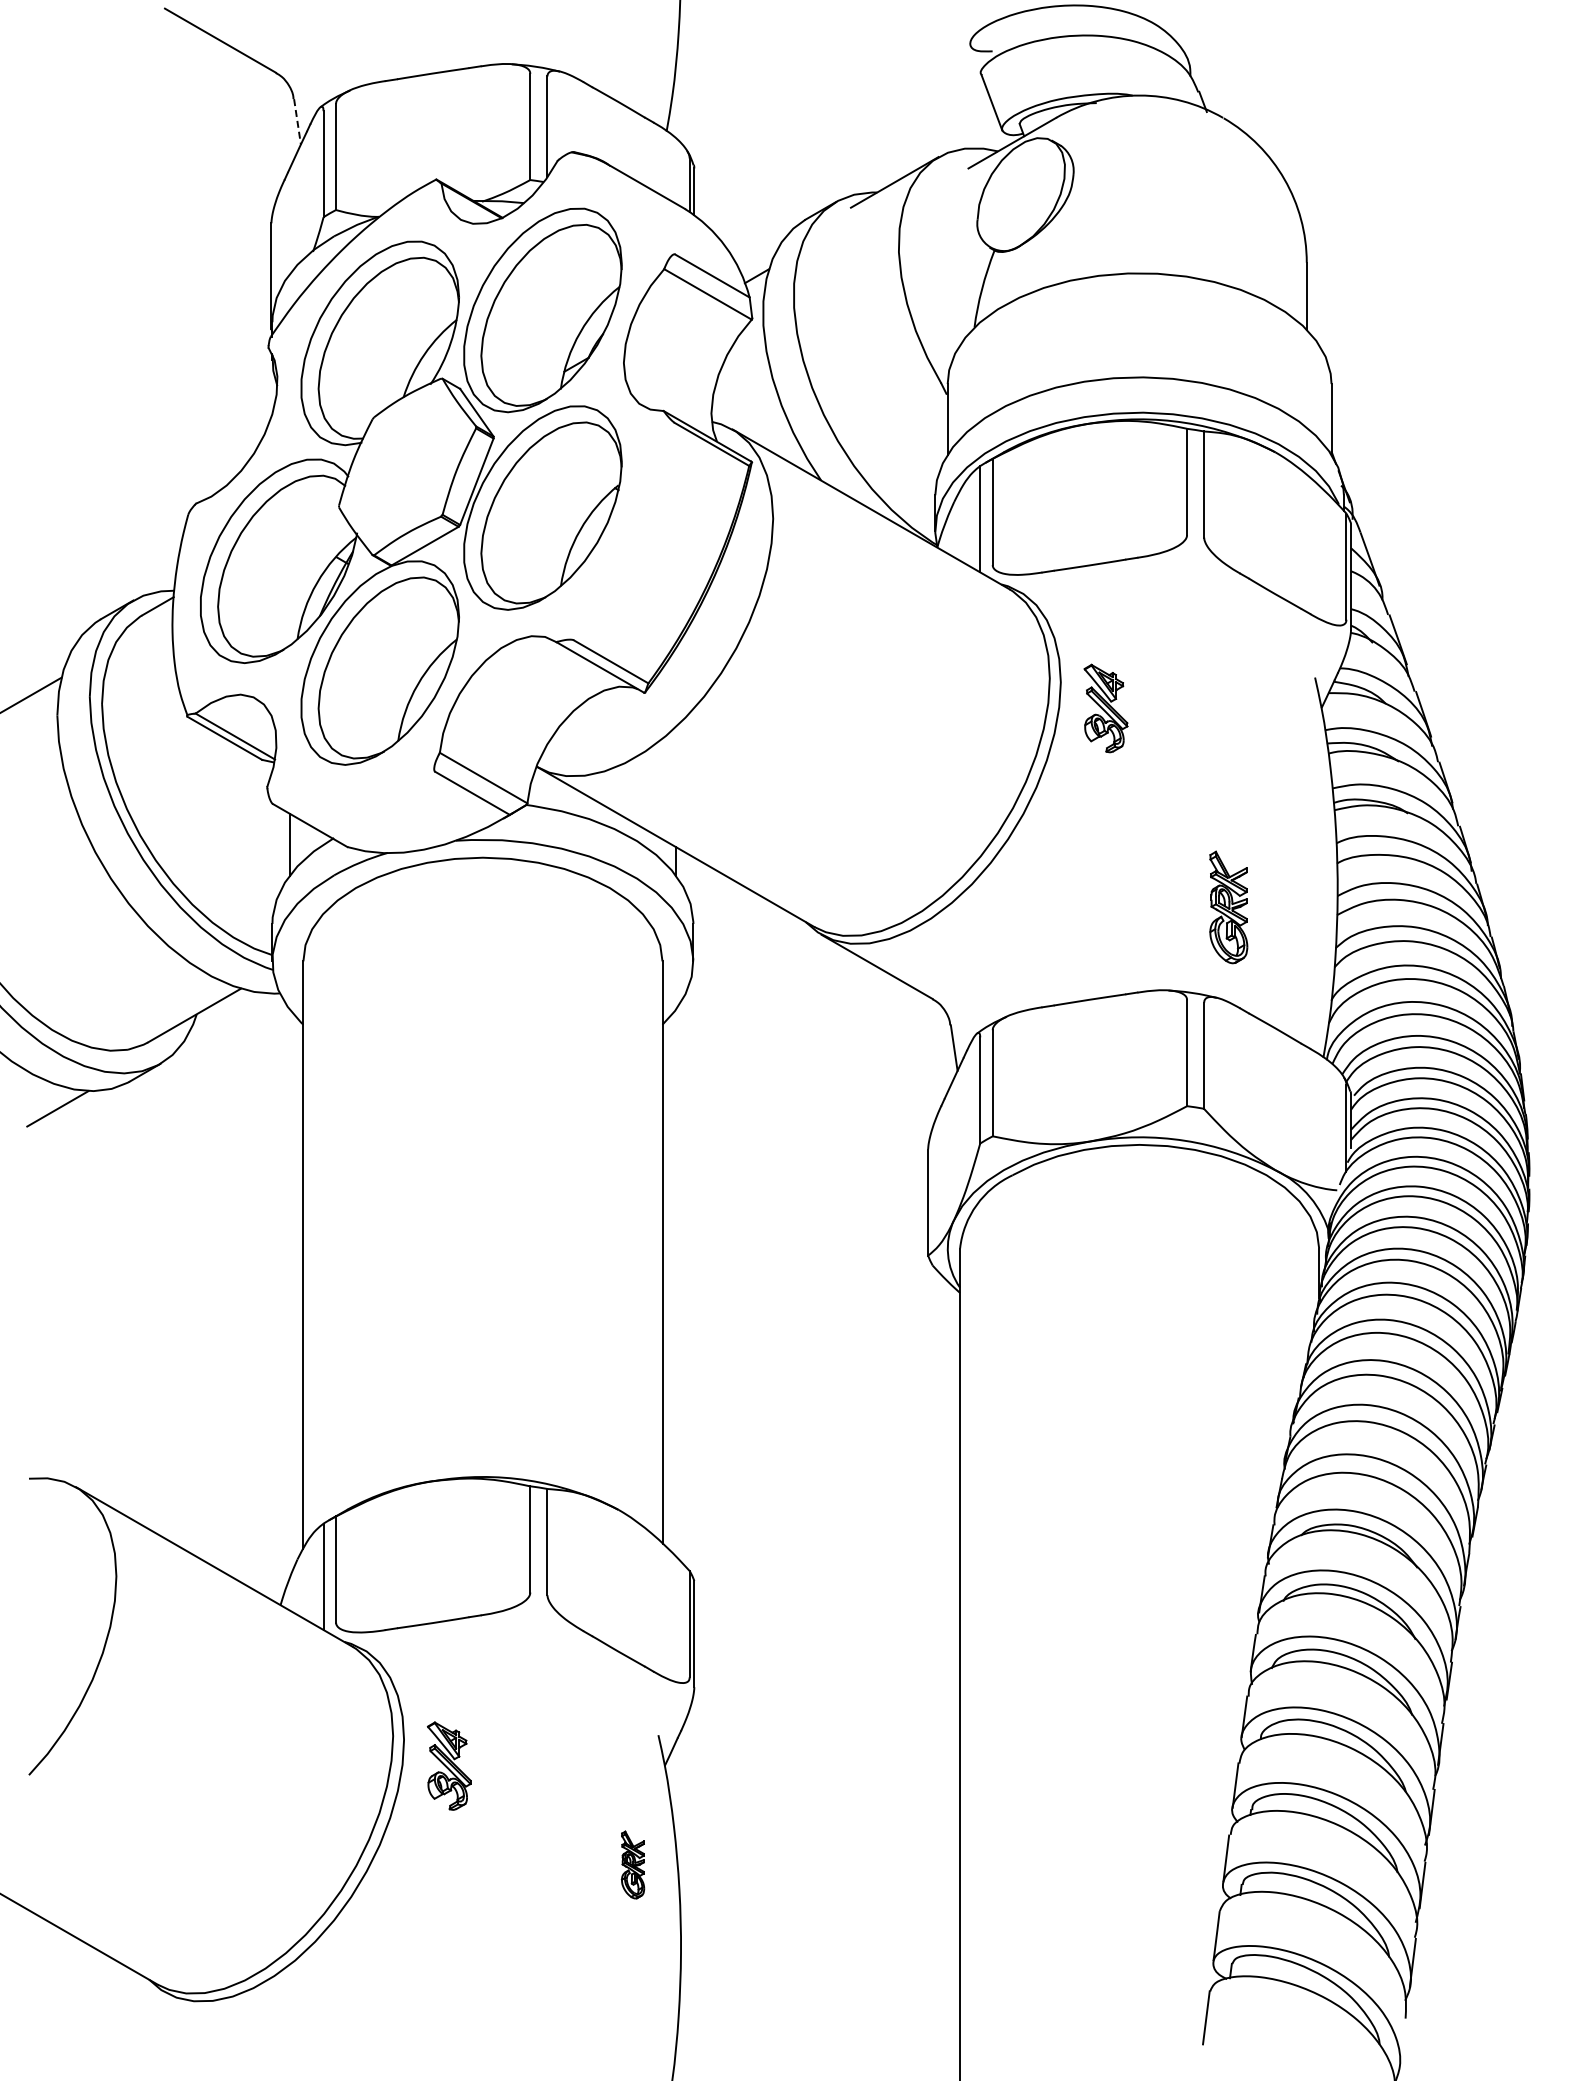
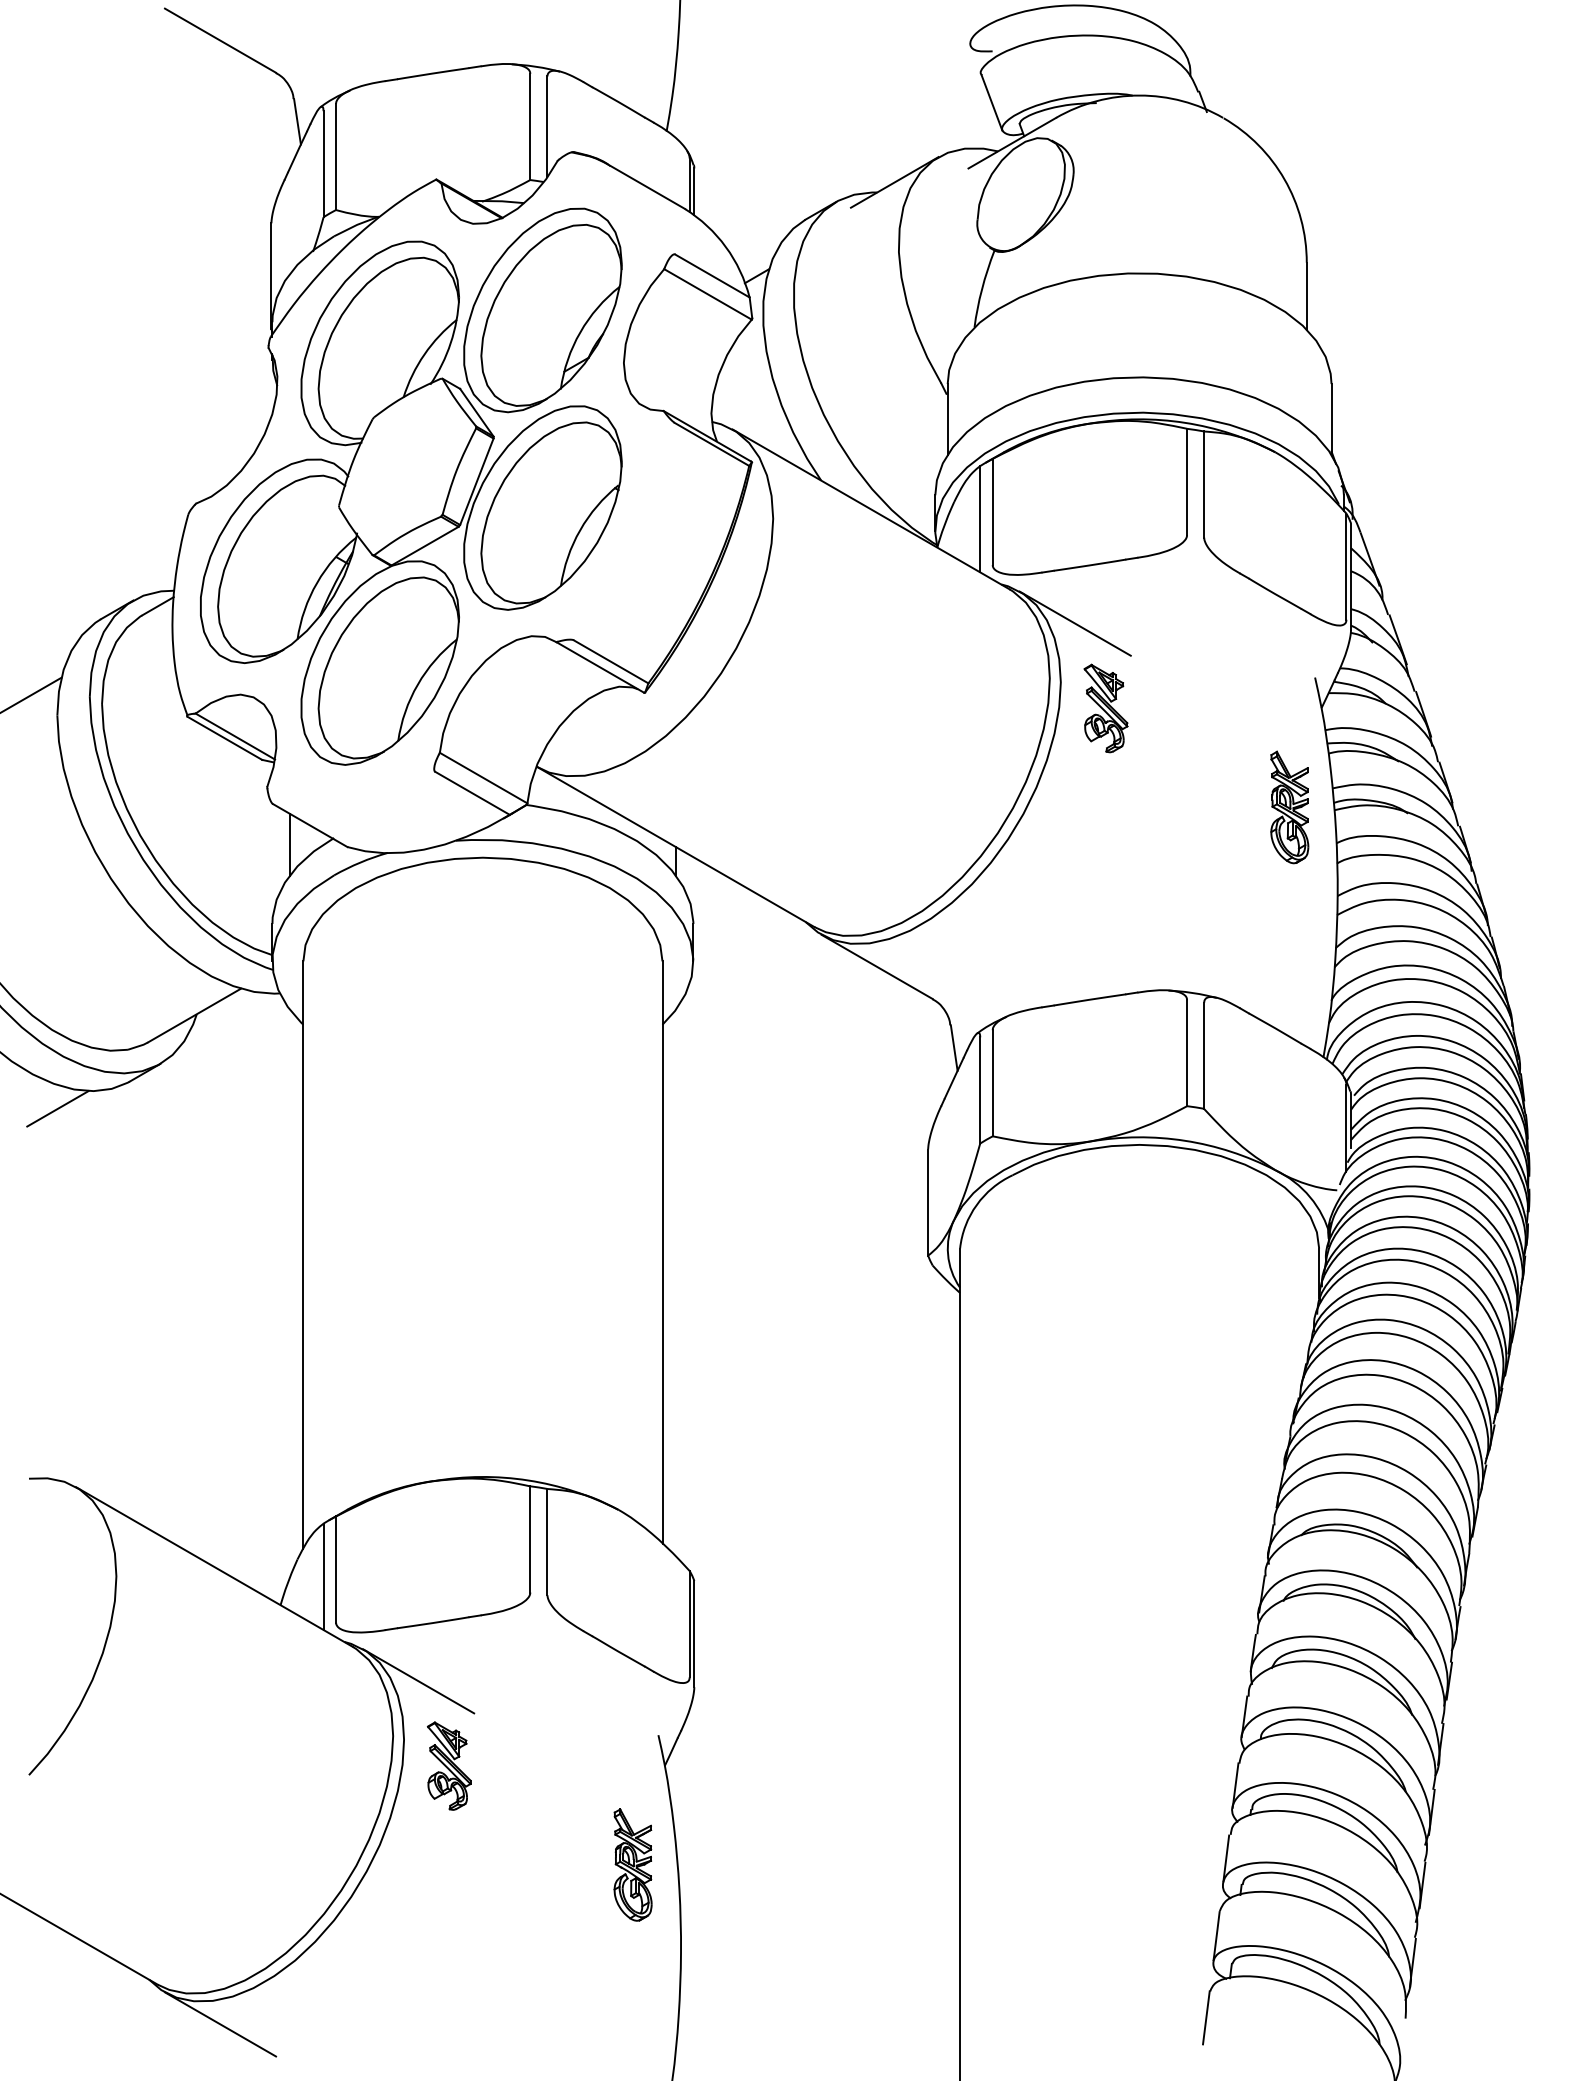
line at (297, 121): dashed -> solid
line at (1074, 623): none -> present
part at (1228, 907) position: (1228, 907) -> (1289, 807)
line at (418, 1681): none -> present
part at (632, 1864) size: 26x70 px -> 40x114 px
line at (220, 2024): none -> present
